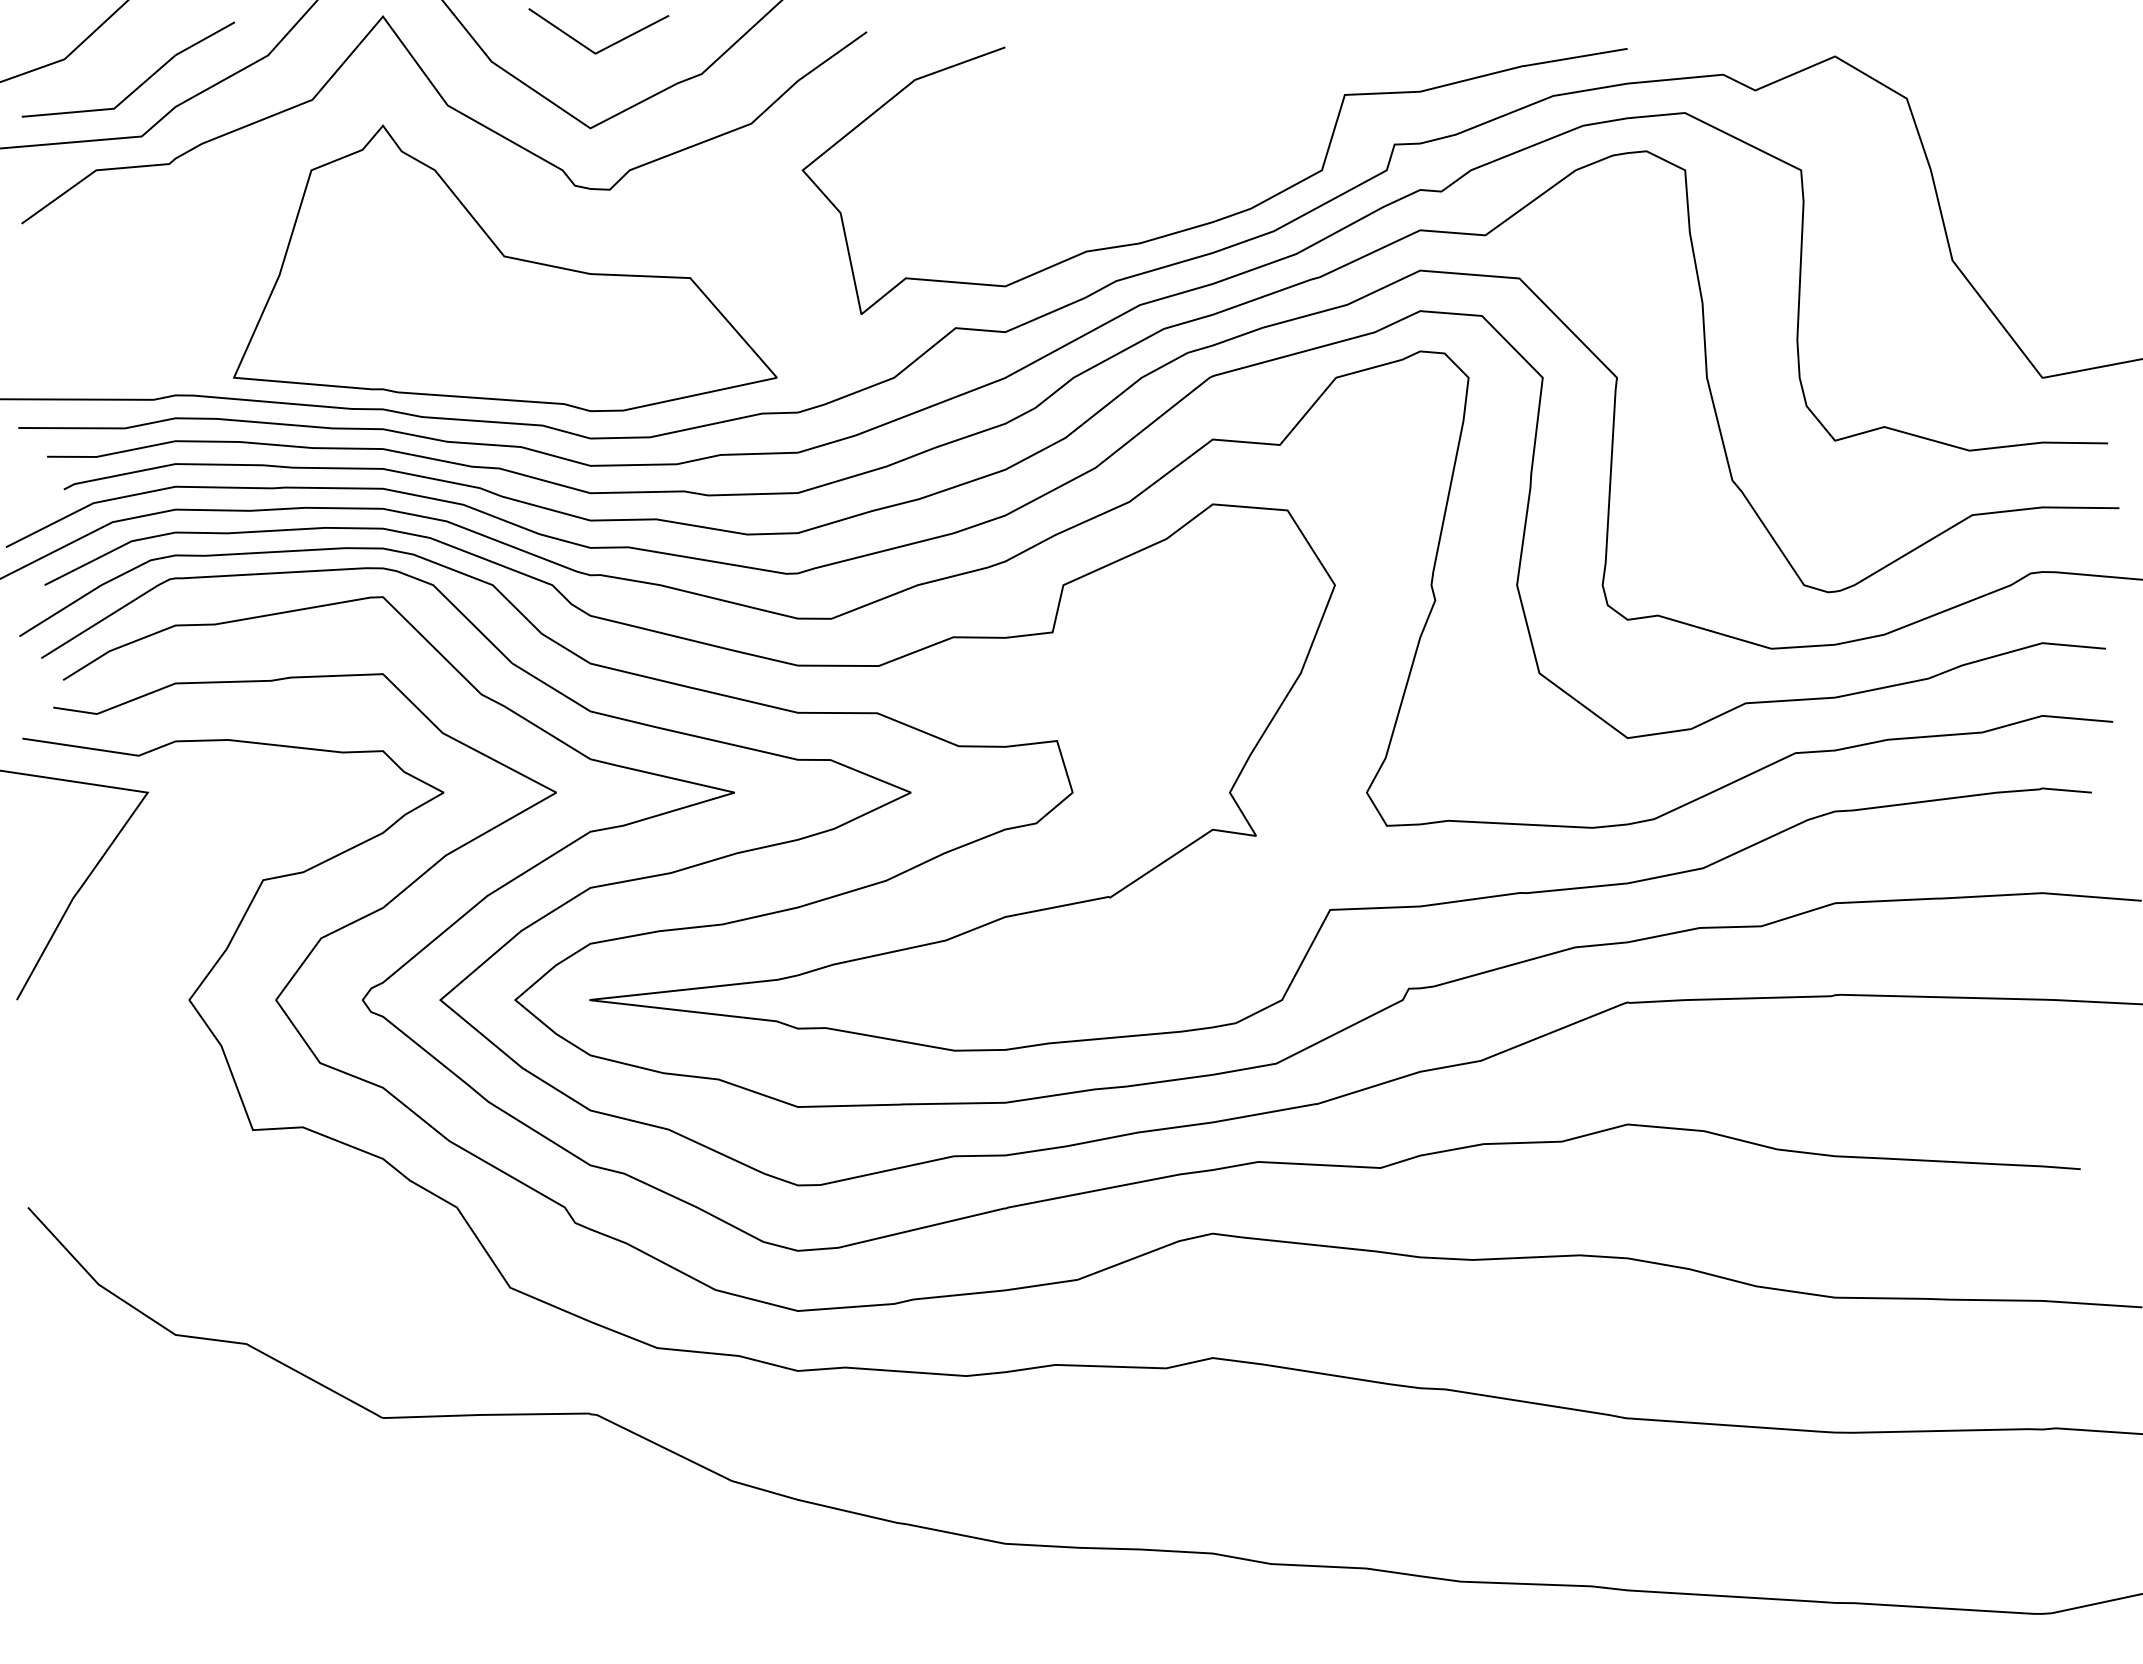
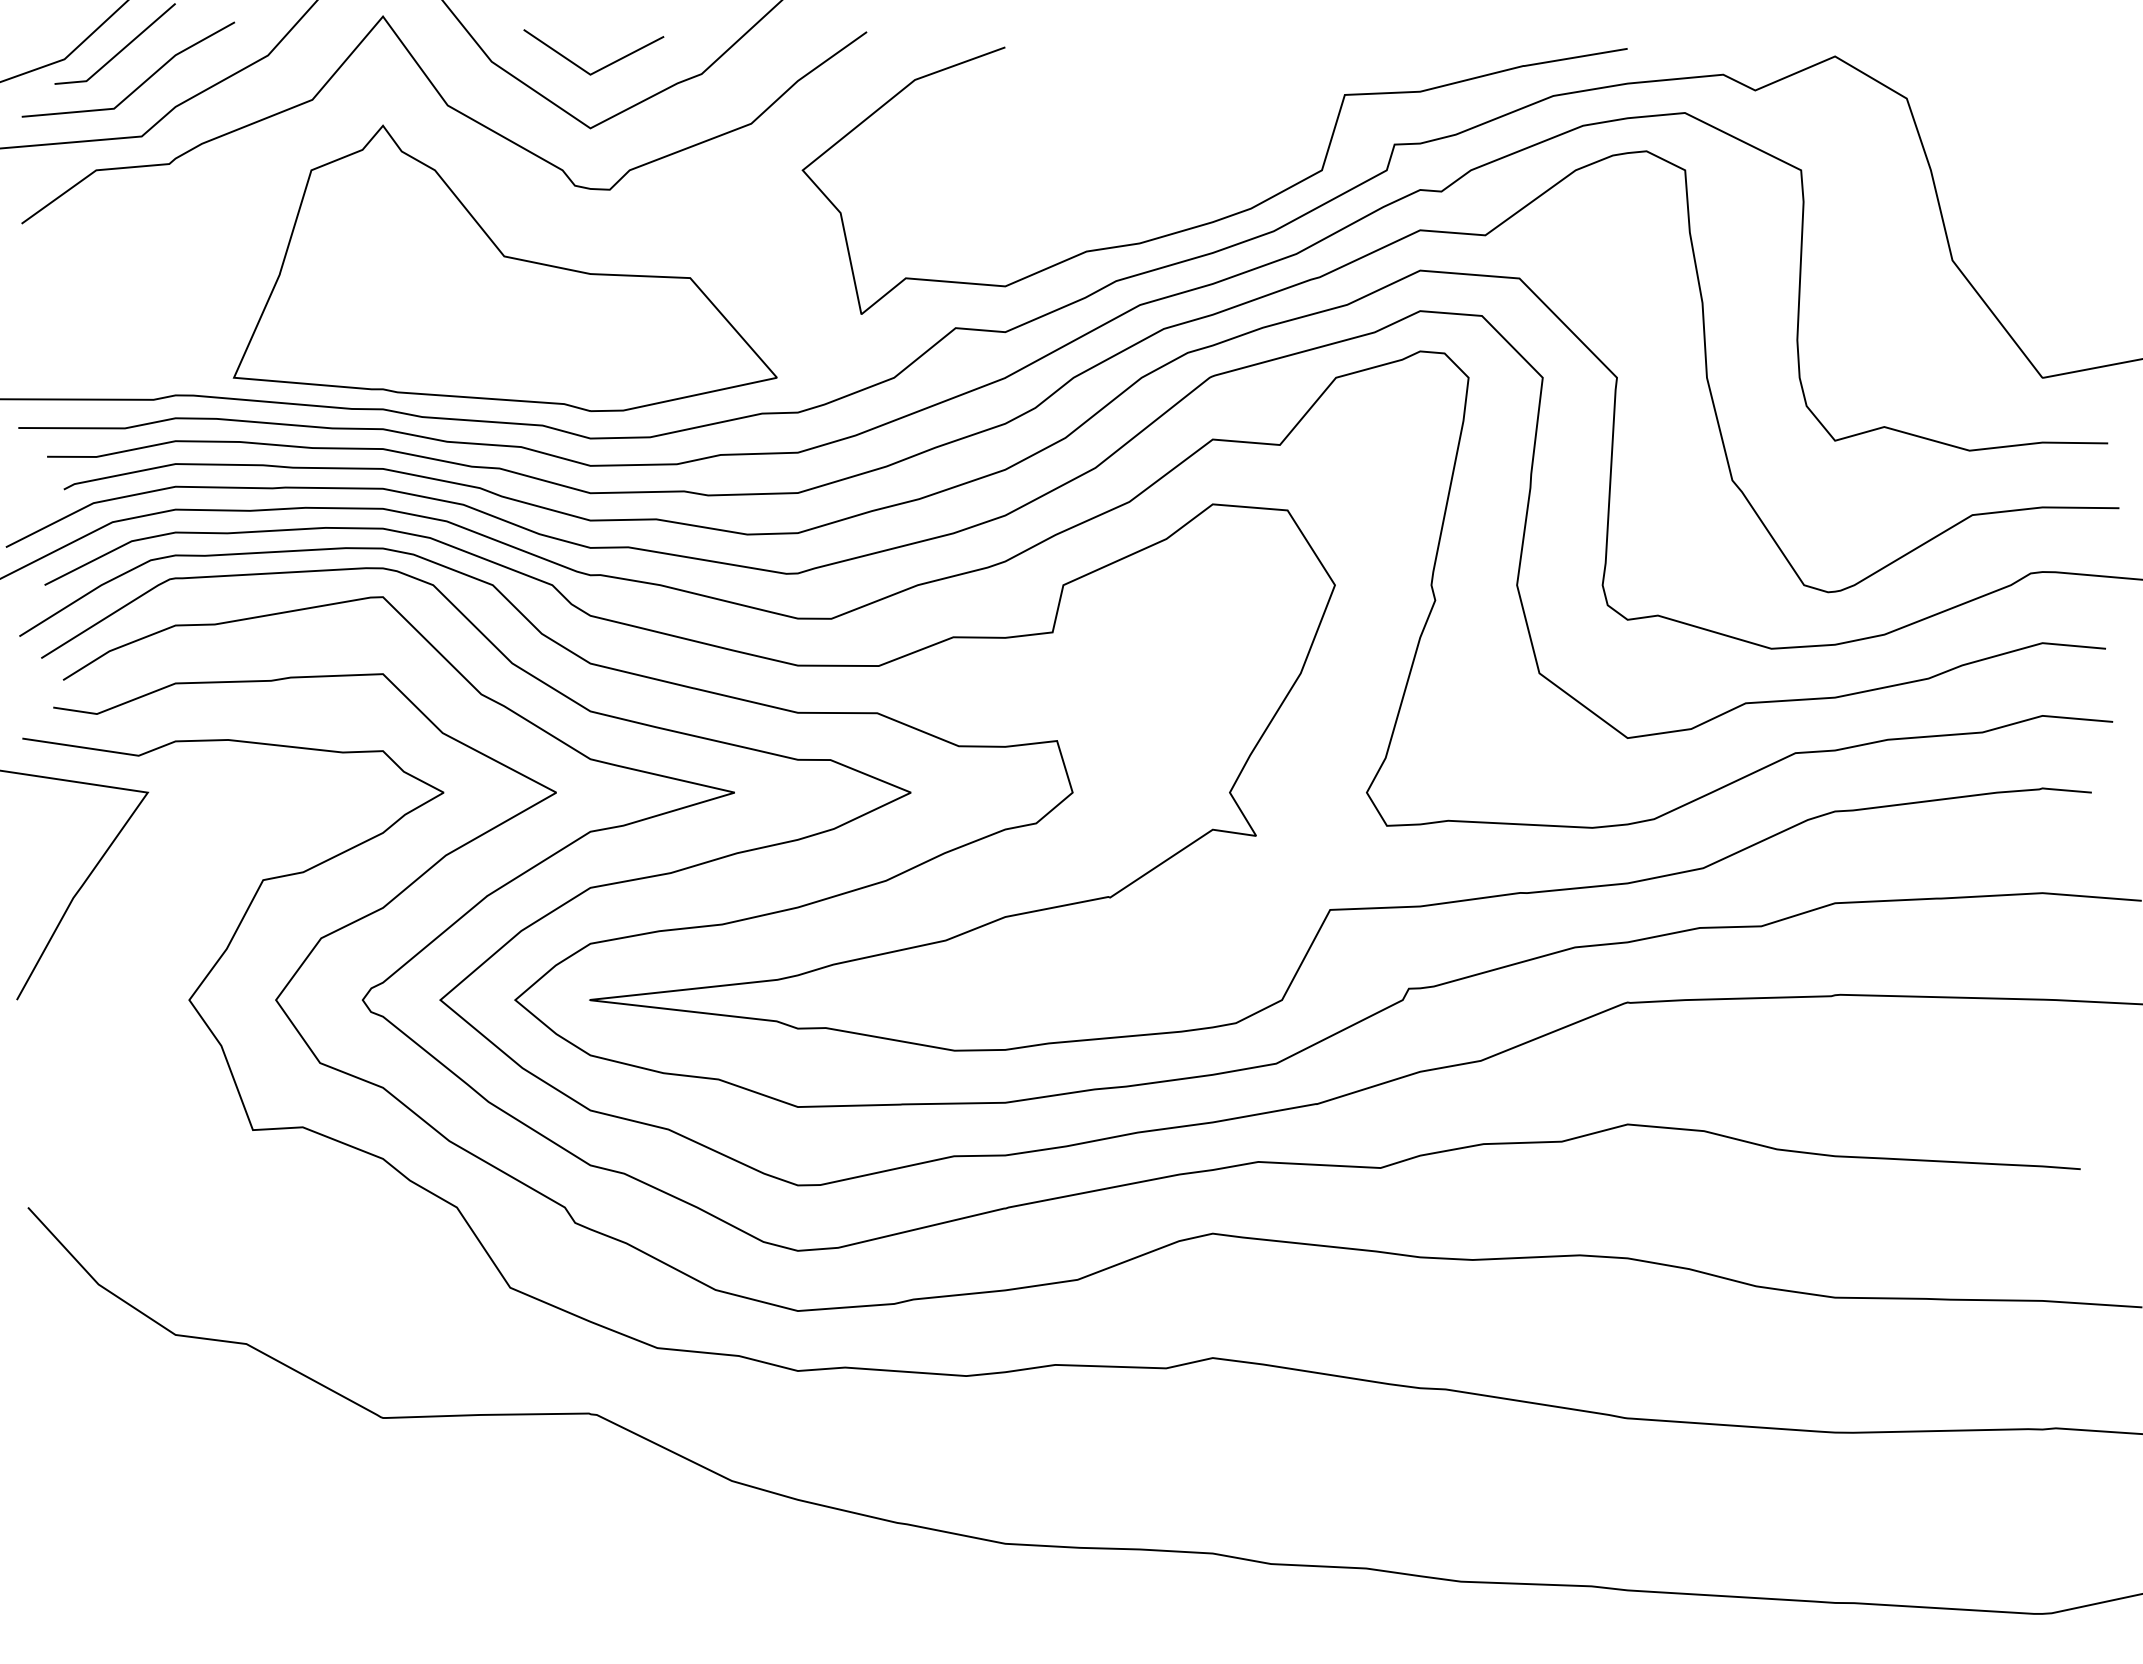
line at (608, 45) position: (608, 45) -> (603, 66)
line at (121, 49): none -> present
